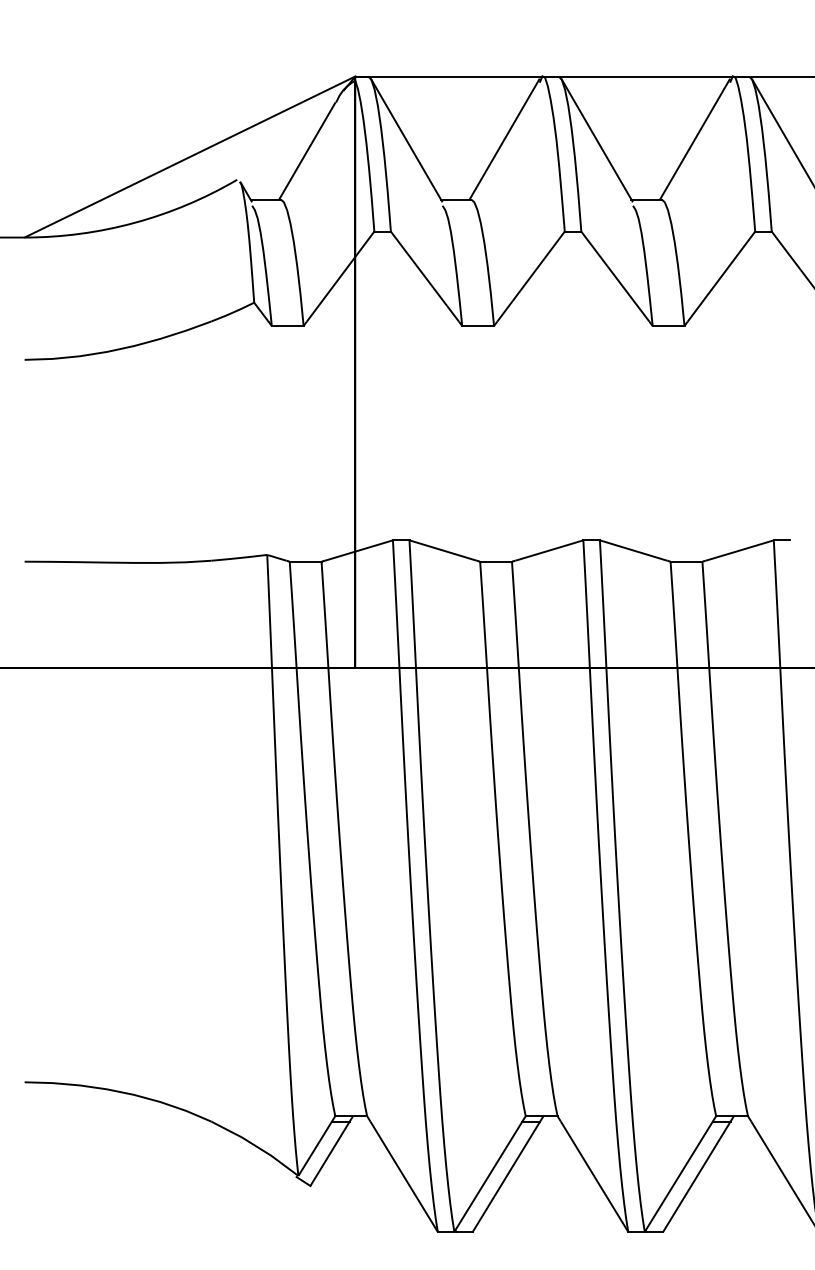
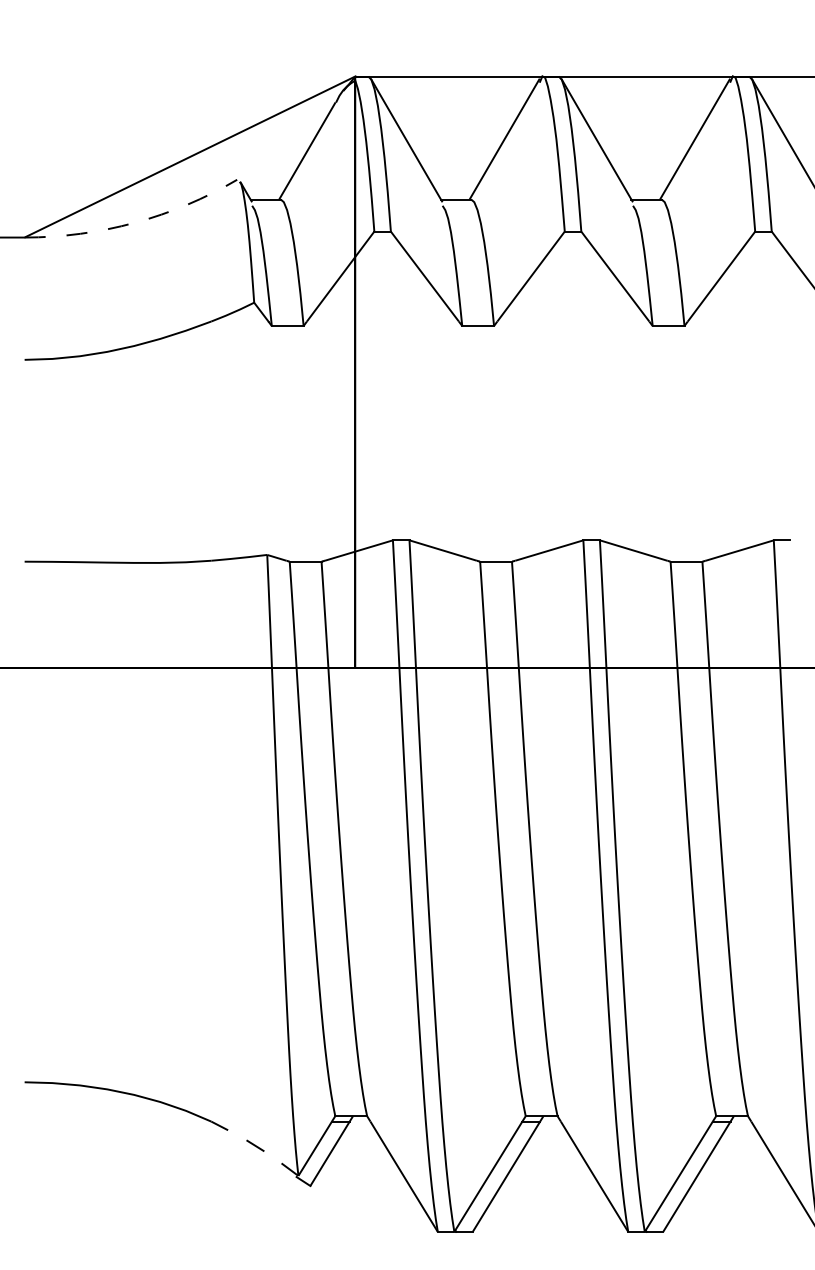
arc at (134, 222): solid -> dashed
line at (256, 1146): solid -> dashed
